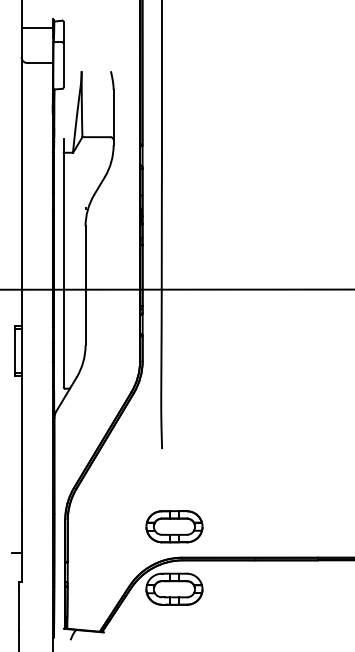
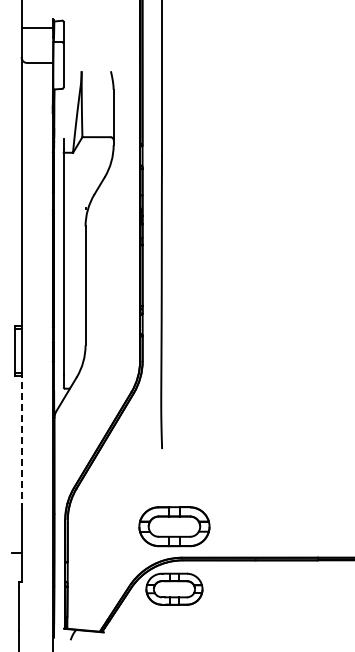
line at (176, 289): present -> none
line at (21, 442): solid -> dashed
part at (174, 526) size: 59x34 px -> 73x42 px
